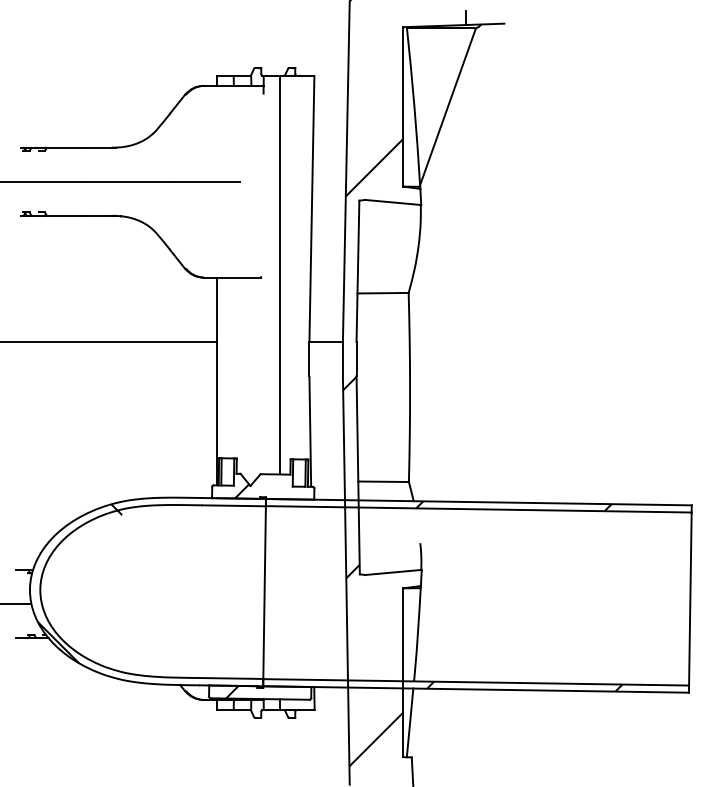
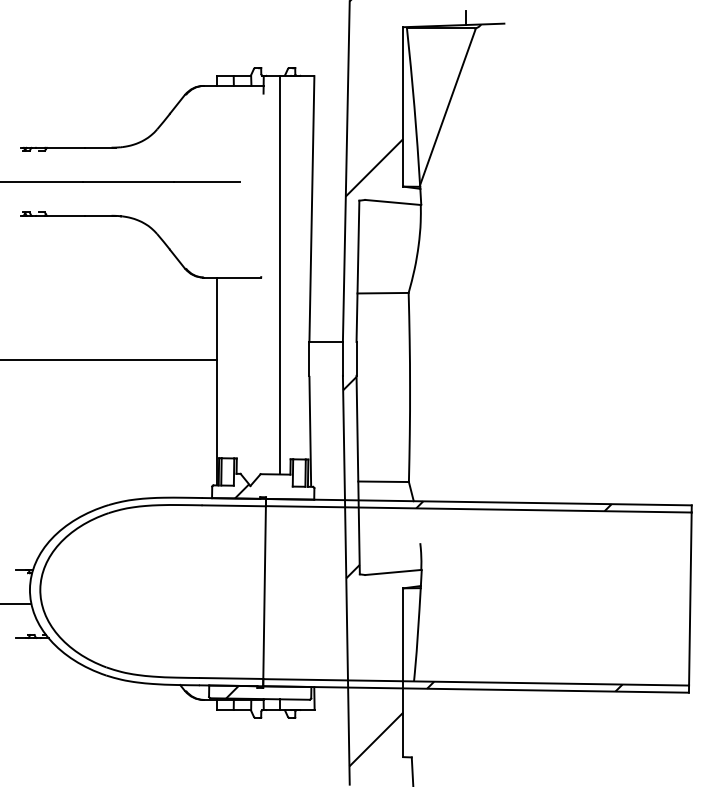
line at (109, 341) position: (109, 341) -> (109, 359)
hatch at (79, 583): present -> none
line at (409, 722): present -> none
